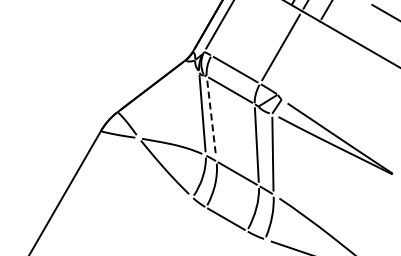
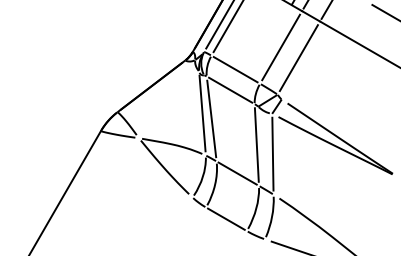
line at (227, 27): none -> present
line at (298, 58): none -> present
line at (211, 118): dashed -> solid
